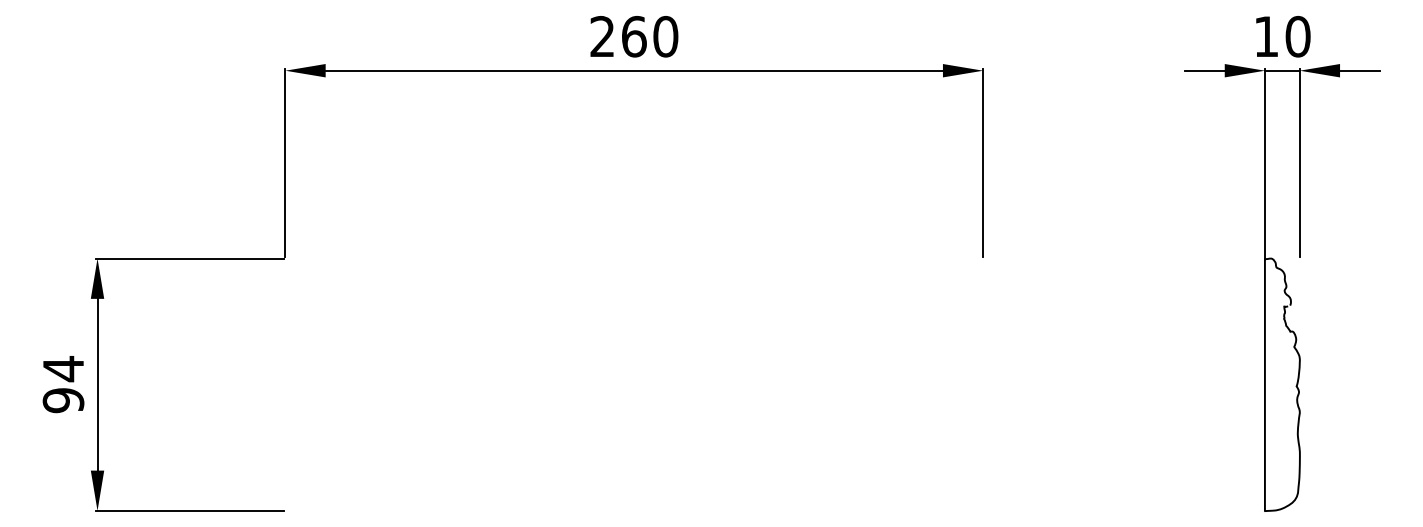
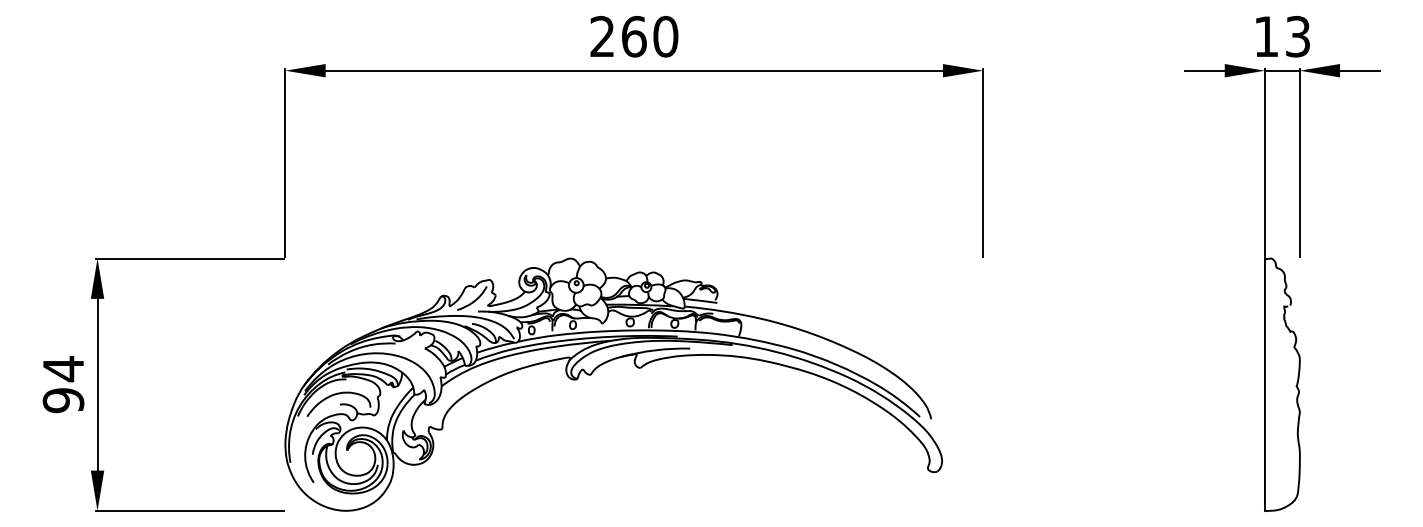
text at (1297, 36): 10 -> 13
part at (602, 365): none -> present
